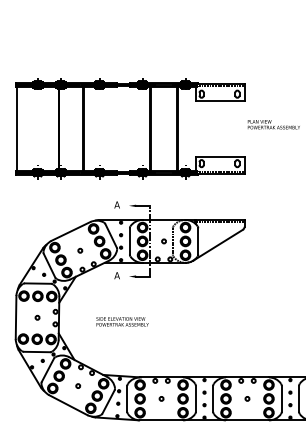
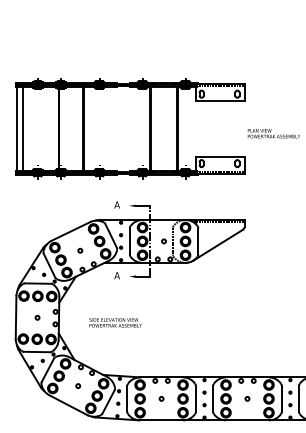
text at (273, 124) position: (273, 124) -> (273, 133)
line at (22, 128): none -> present
text at (122, 321) position: (122, 321) -> (115, 322)
